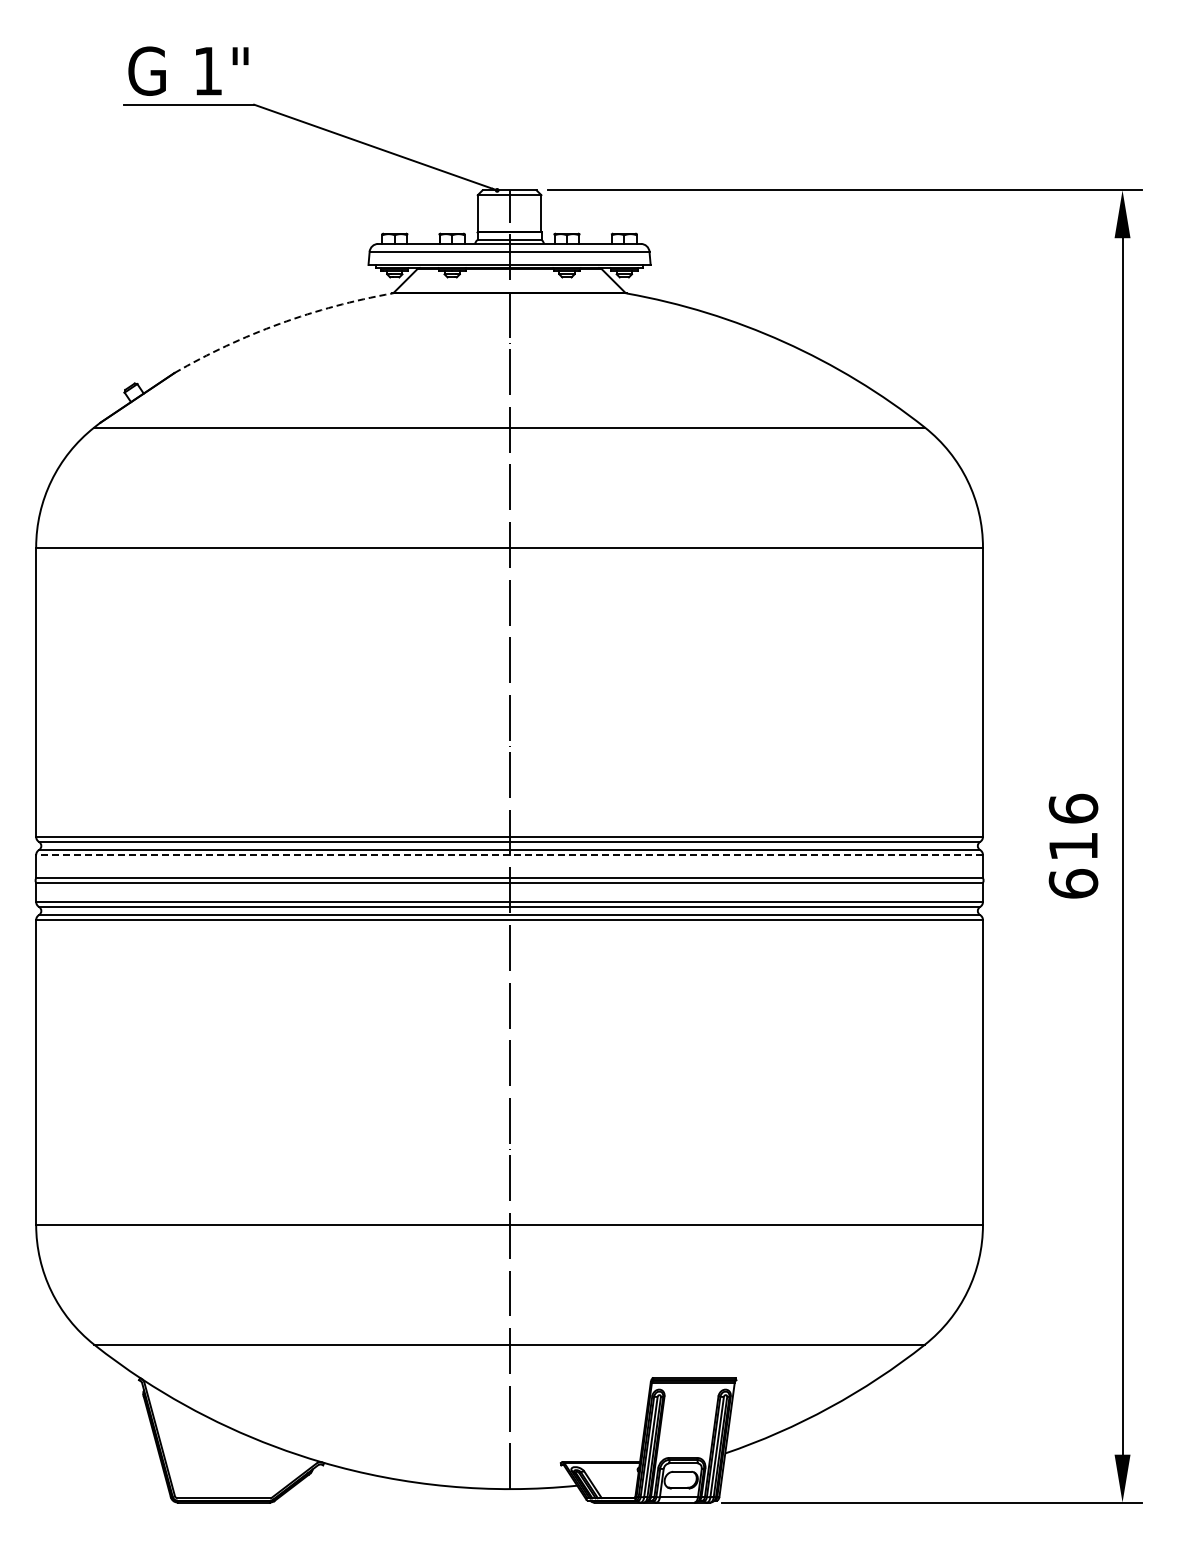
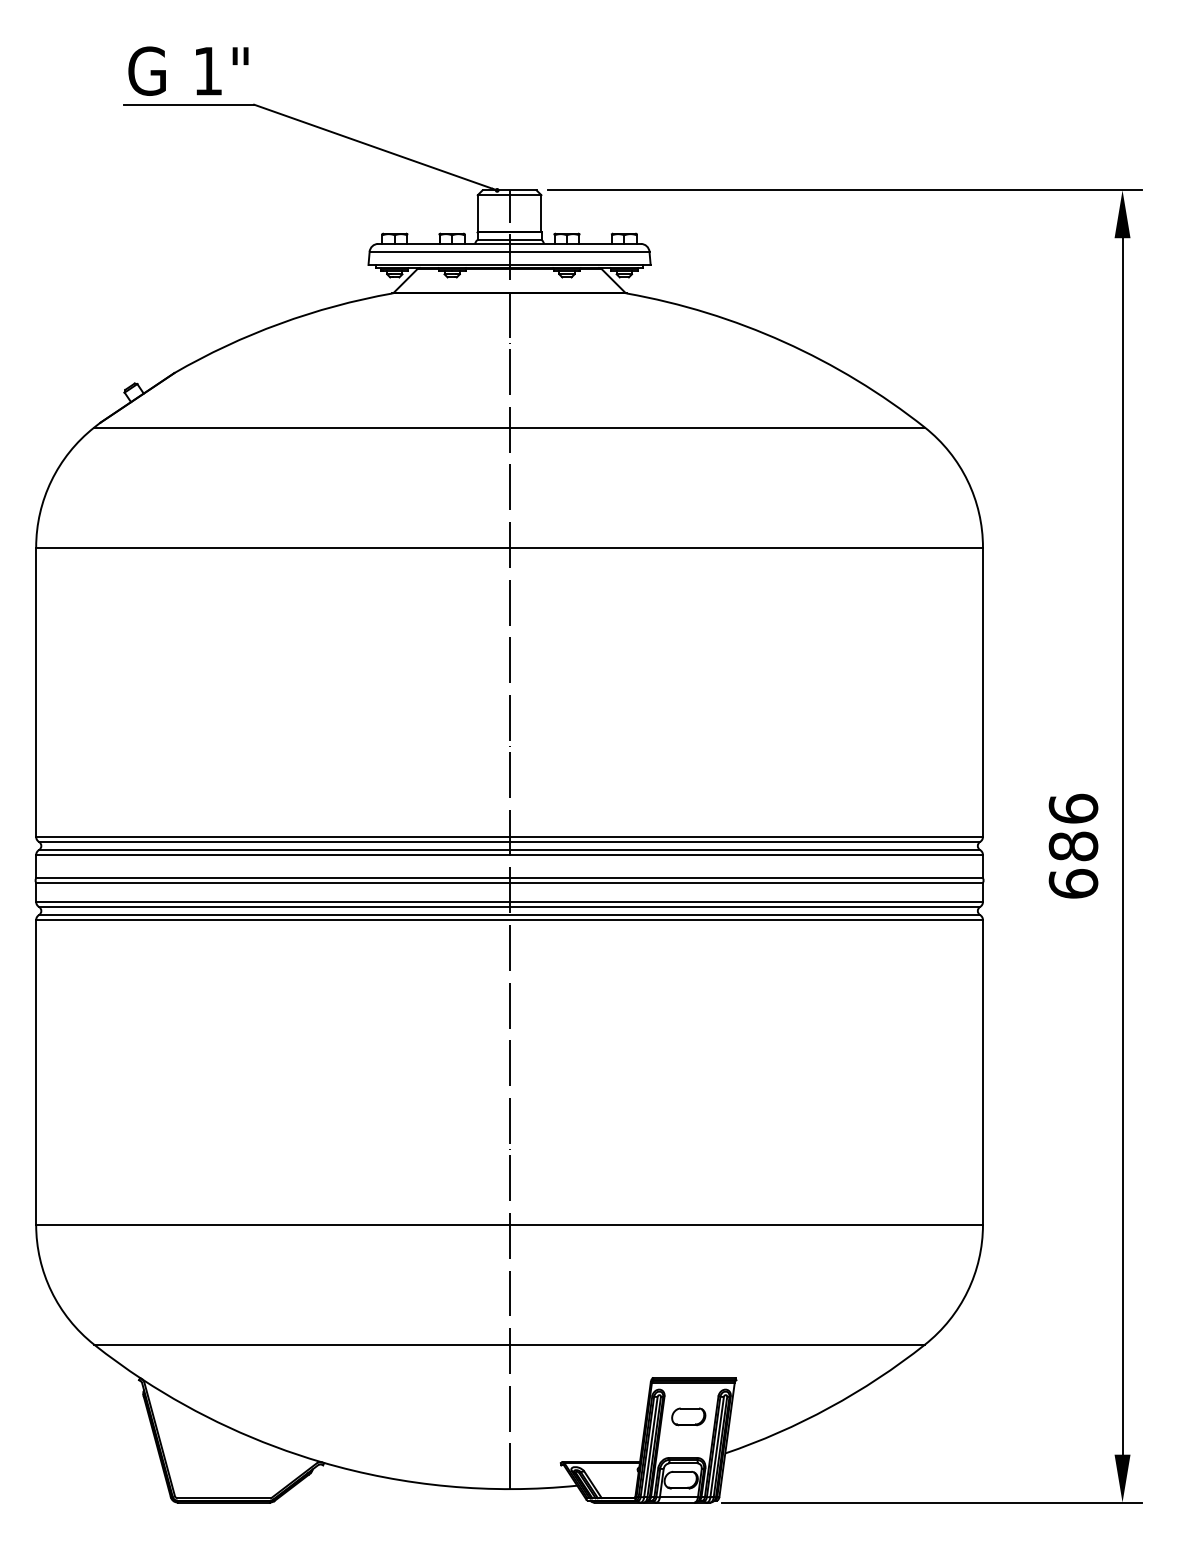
arc at (279, 323): dashed -> solid
text at (1073, 846): 616 -> 686
line at (509, 855): dashed -> solid
part at (688, 1416): none -> present
